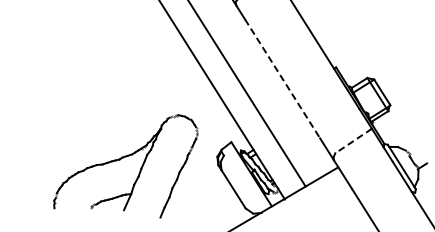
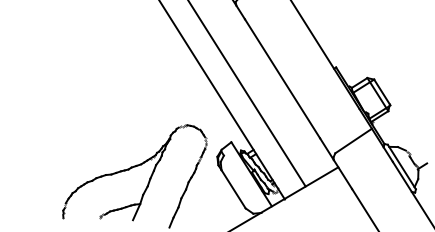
line at (282, 79): dashed -> solid
line at (353, 141): dashed -> solid
part at (120, 160) position: (120, 160) -> (129, 170)
